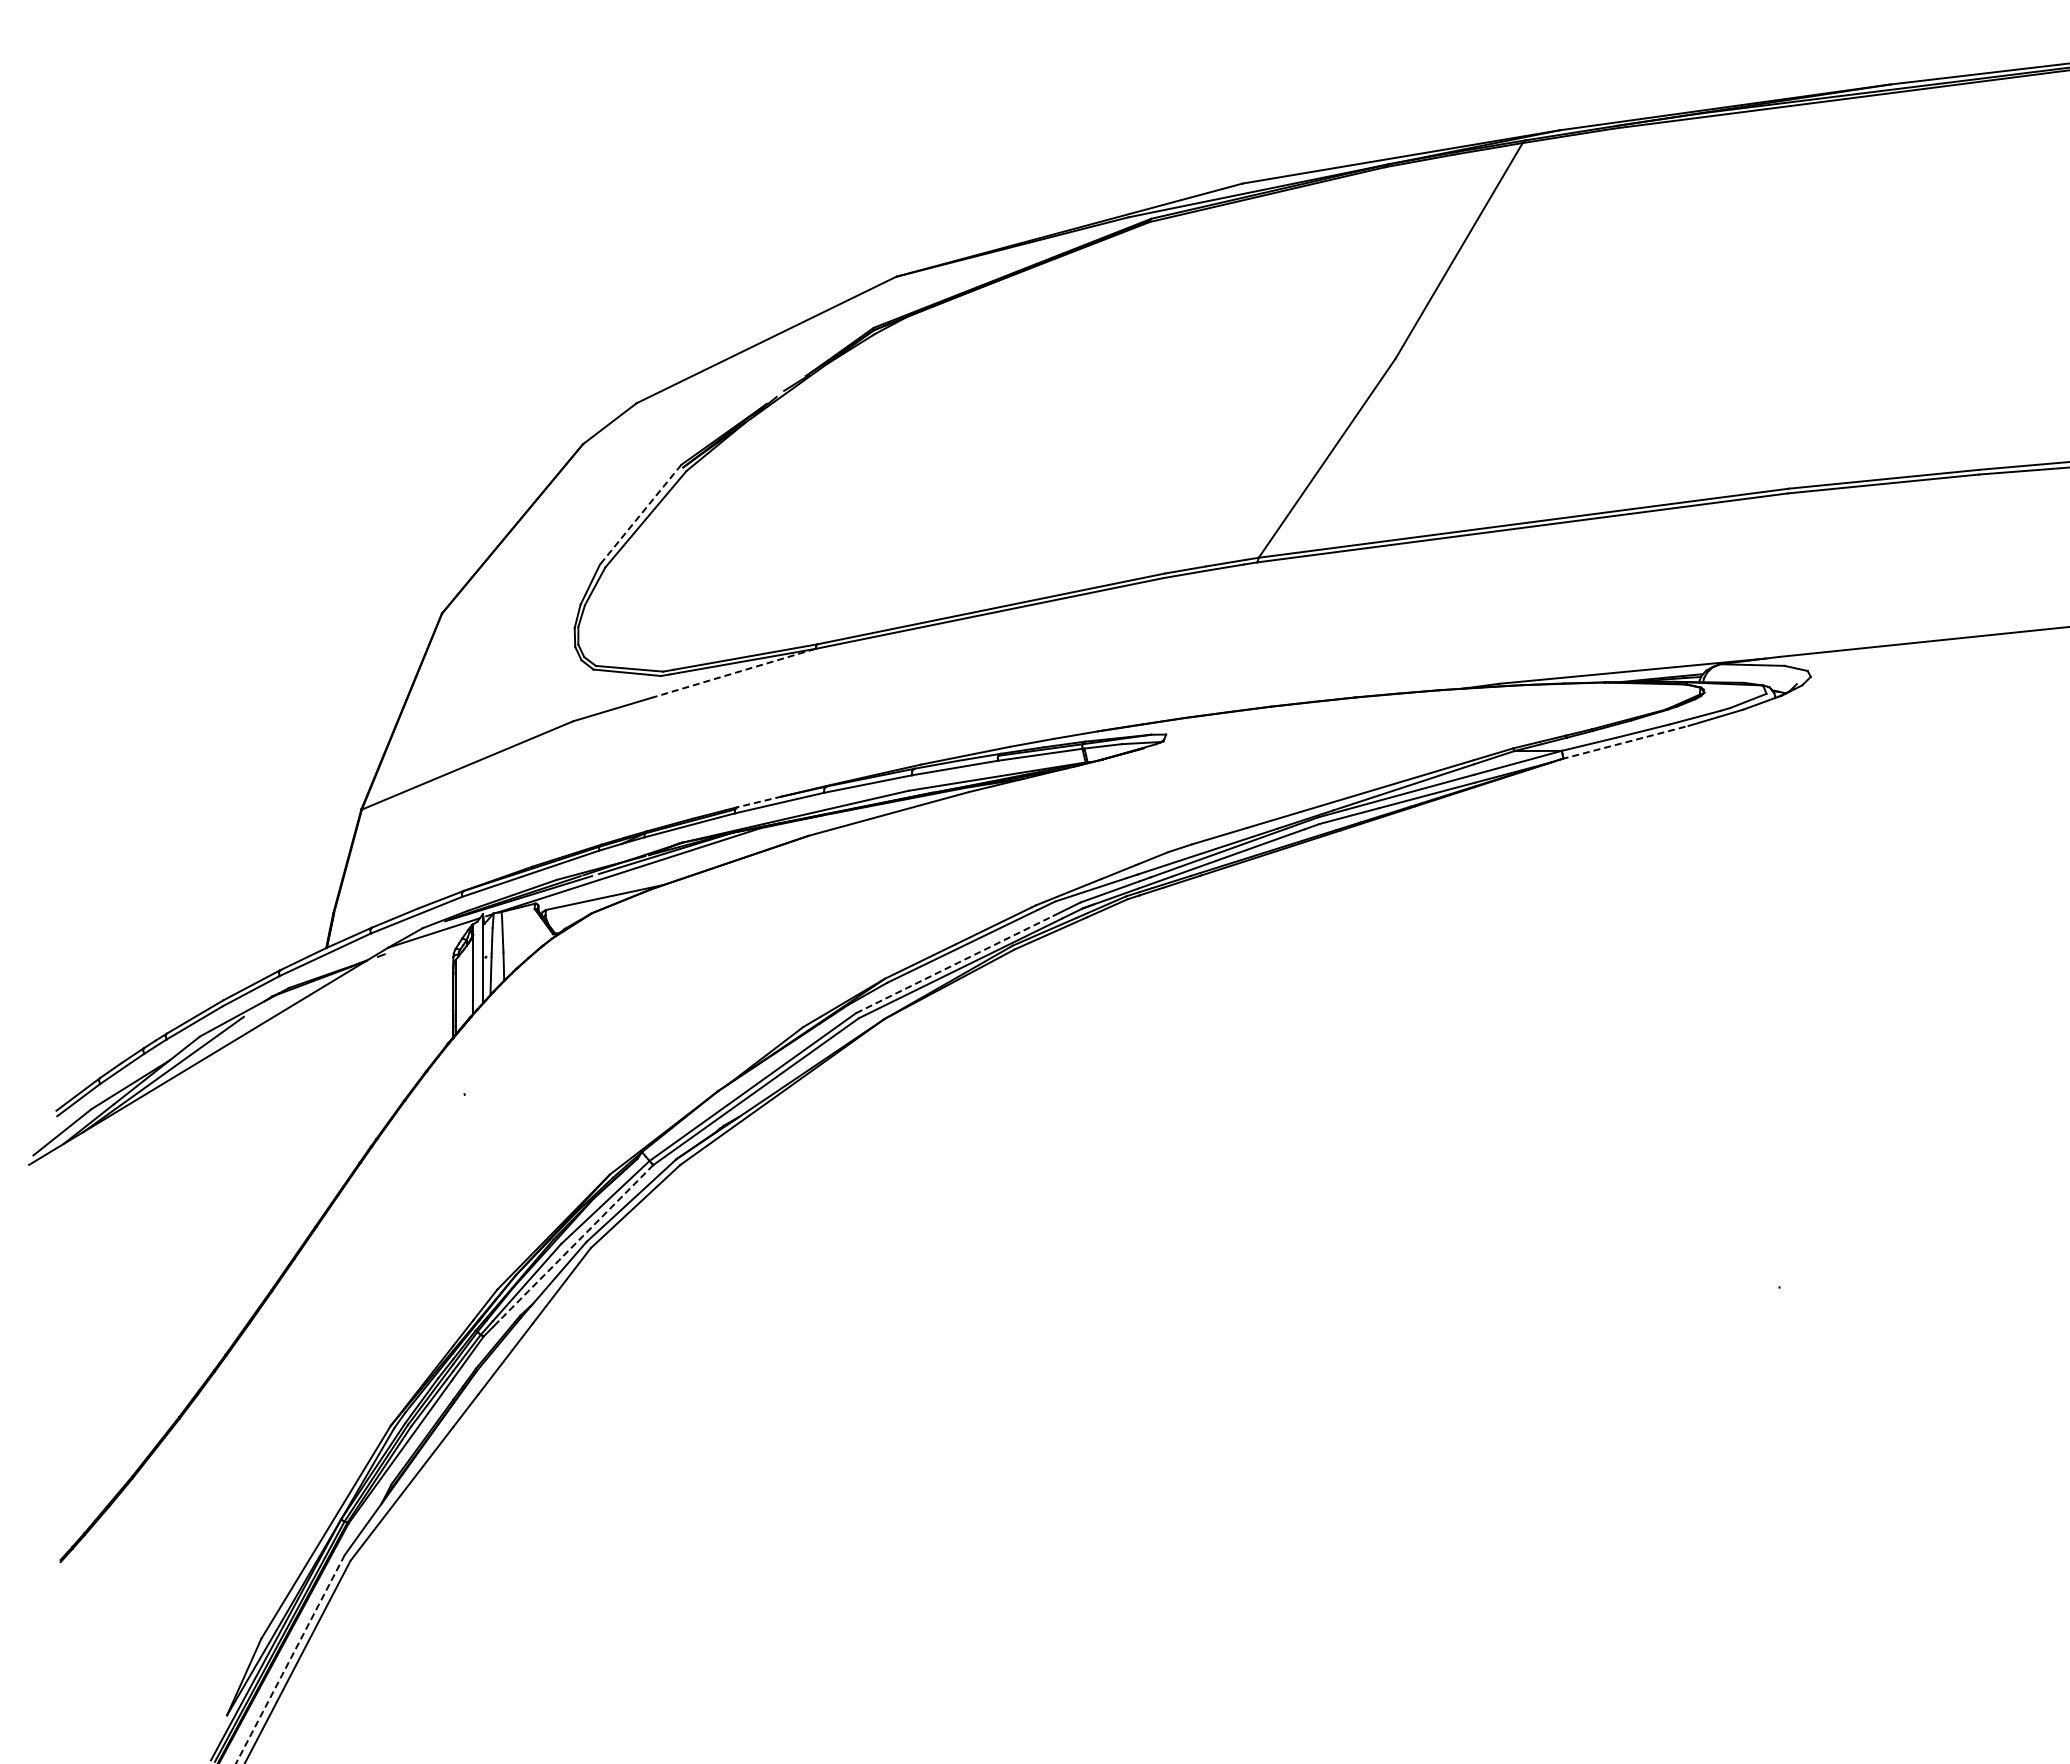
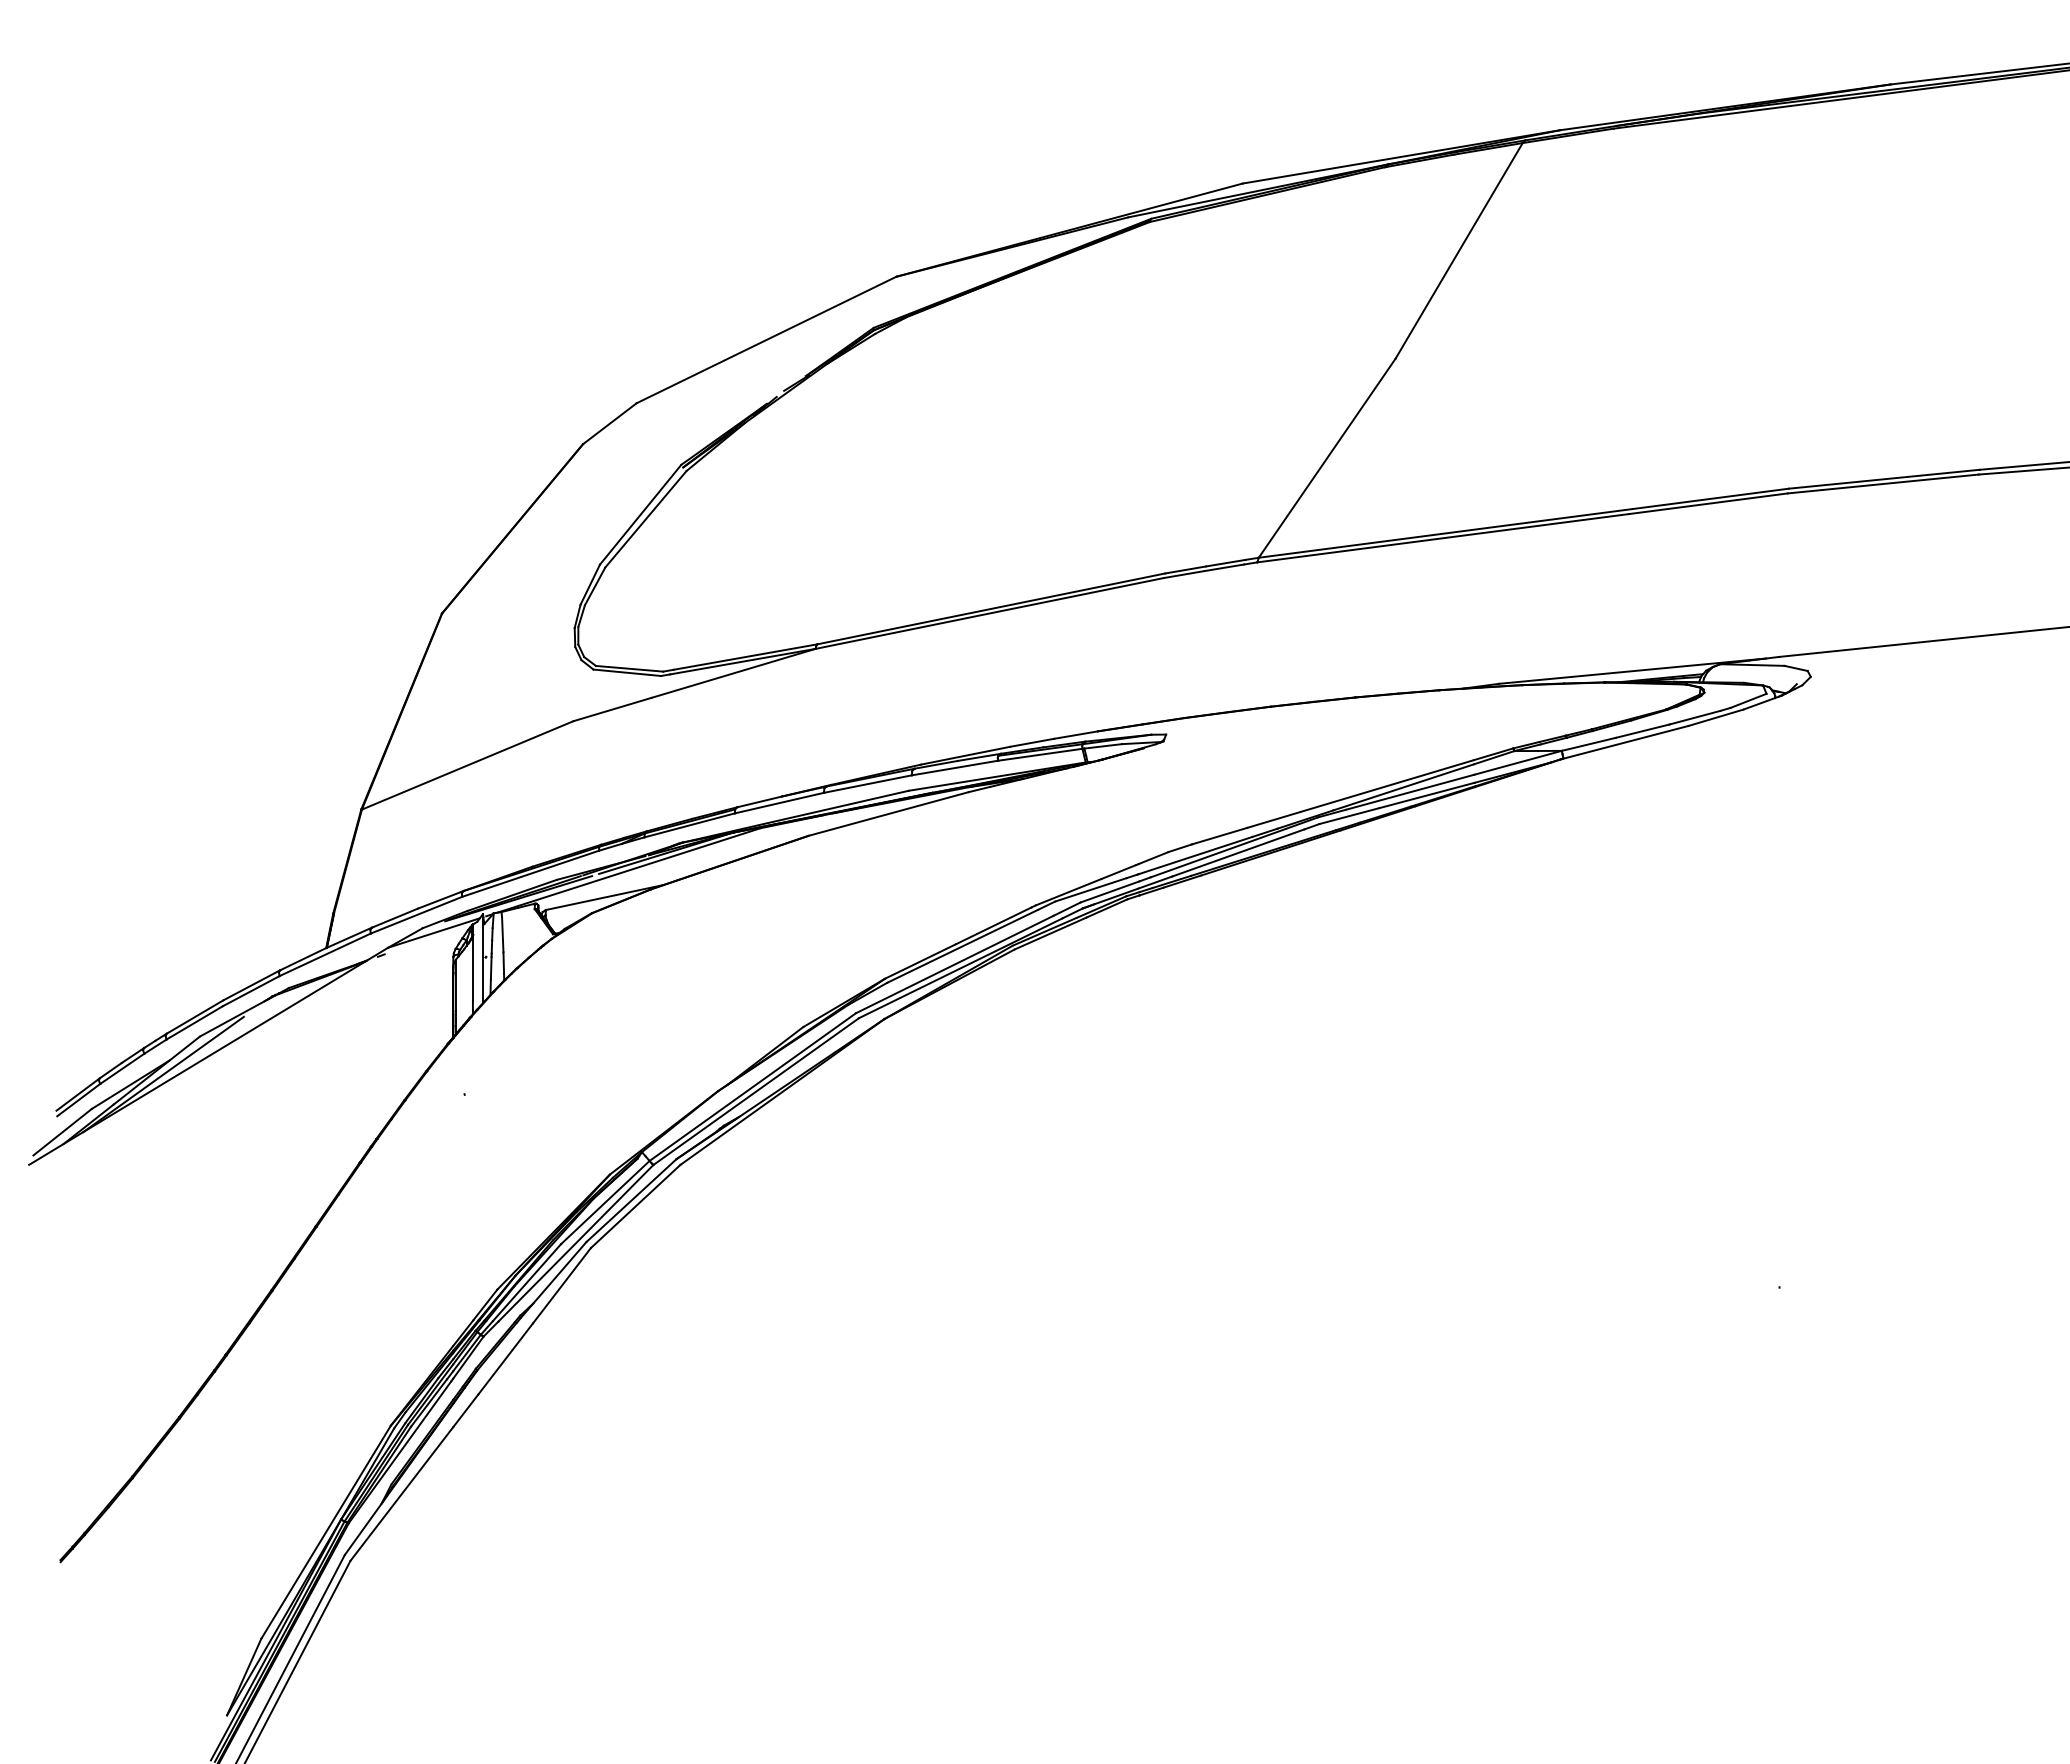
line at (640, 515): dashed -> solid
line at (733, 673): dashed -> solid
line at (1625, 742): dashed -> solid
line at (759, 802): dashed -> solid
line at (955, 964): dashed -> solid
line at (575, 1243): dashed -> solid
line at (290, 1659): dashed -> solid
